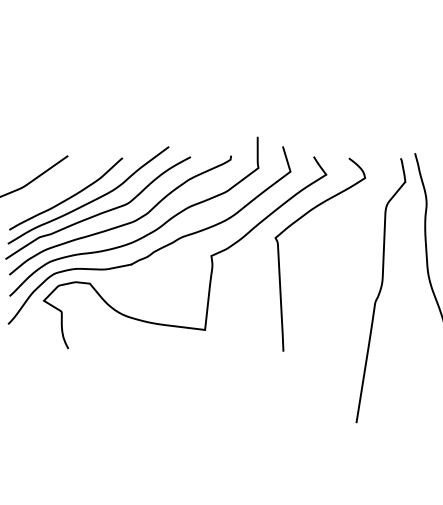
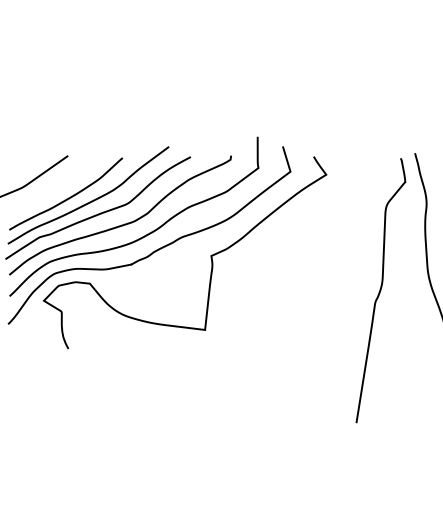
curve at (296, 222): present -> none
